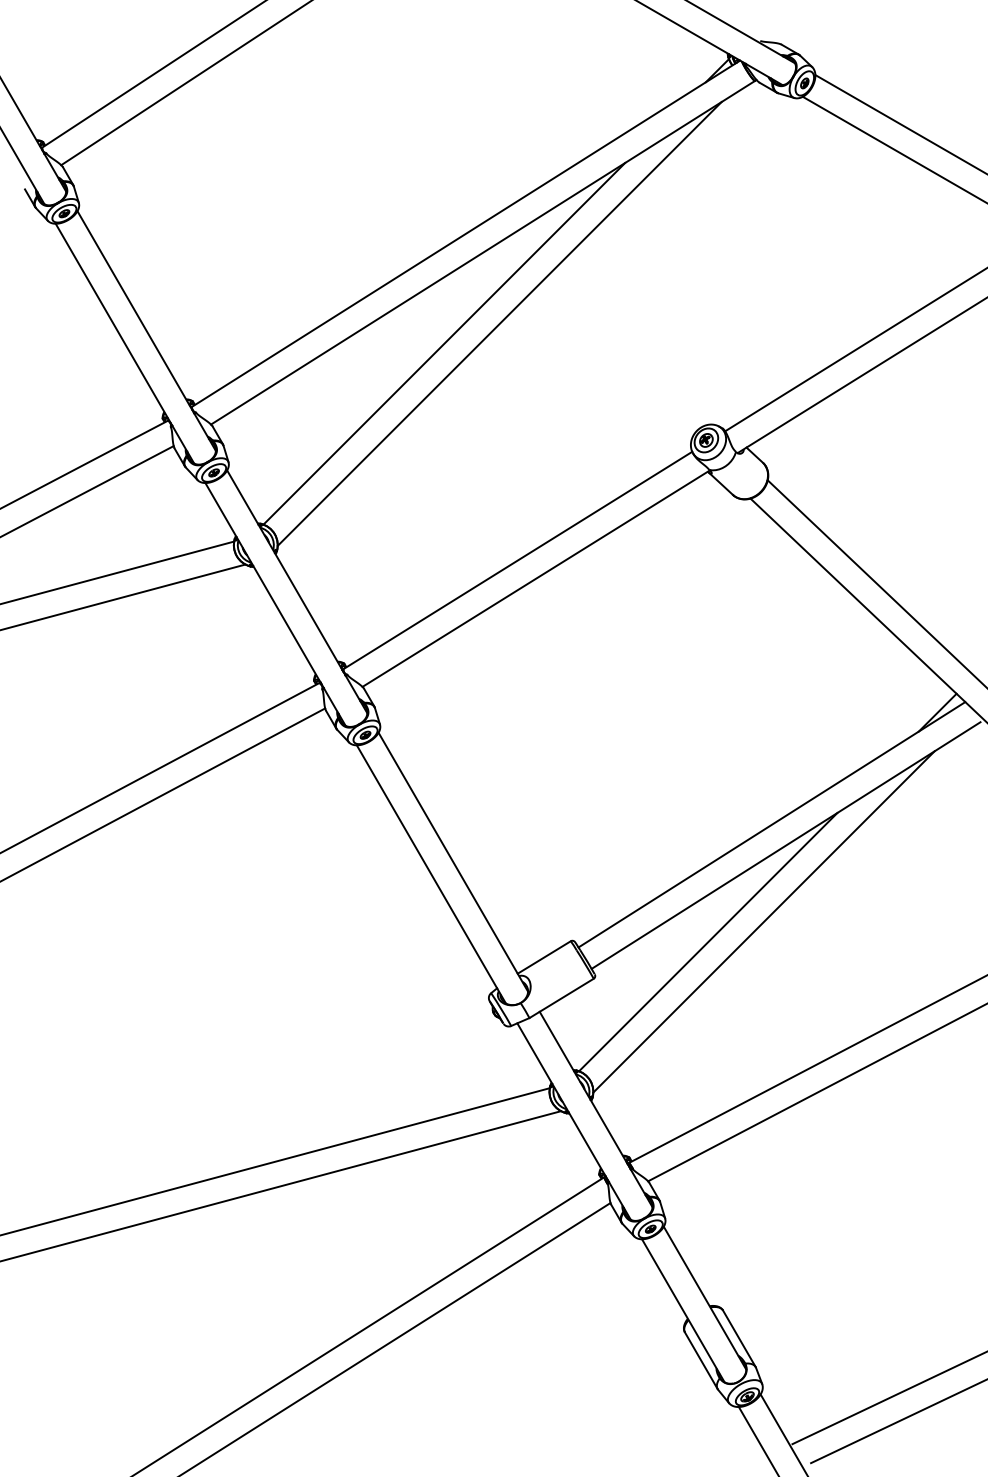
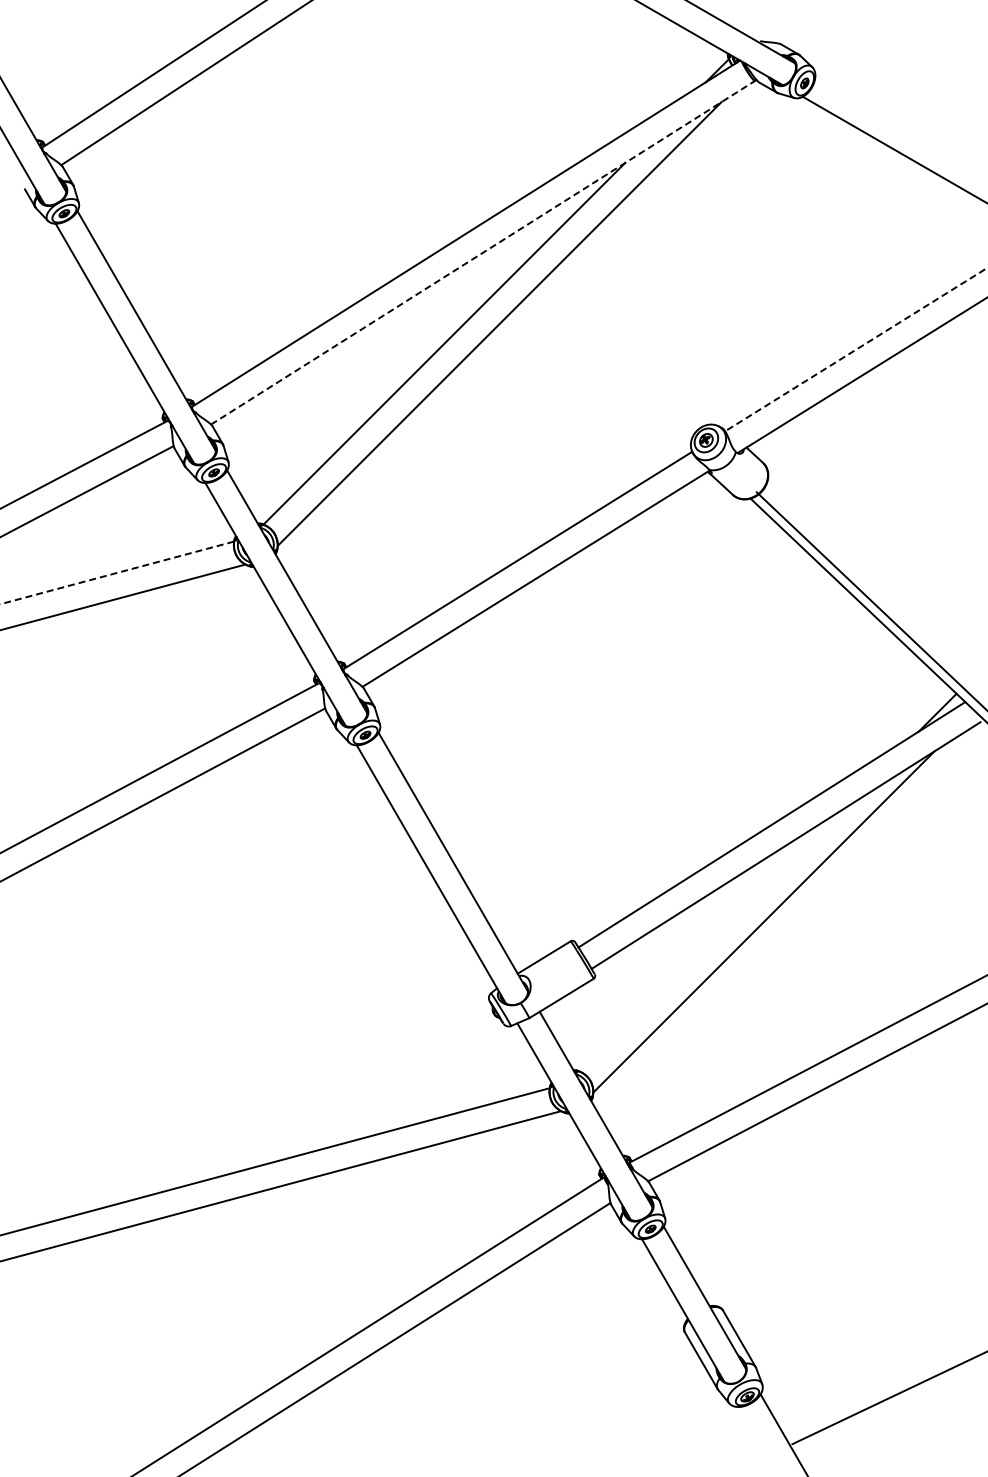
line at (899, 123): present -> none
line at (483, 252): solid -> dashed
line at (856, 349): solid -> dashed
line at (117, 572): solid -> dashed
line at (875, 582) position: (875, 582) -> (870, 599)
line at (708, 942): present -> none
line at (897, 1421): present -> none
line at (757, 1440): present -> none
